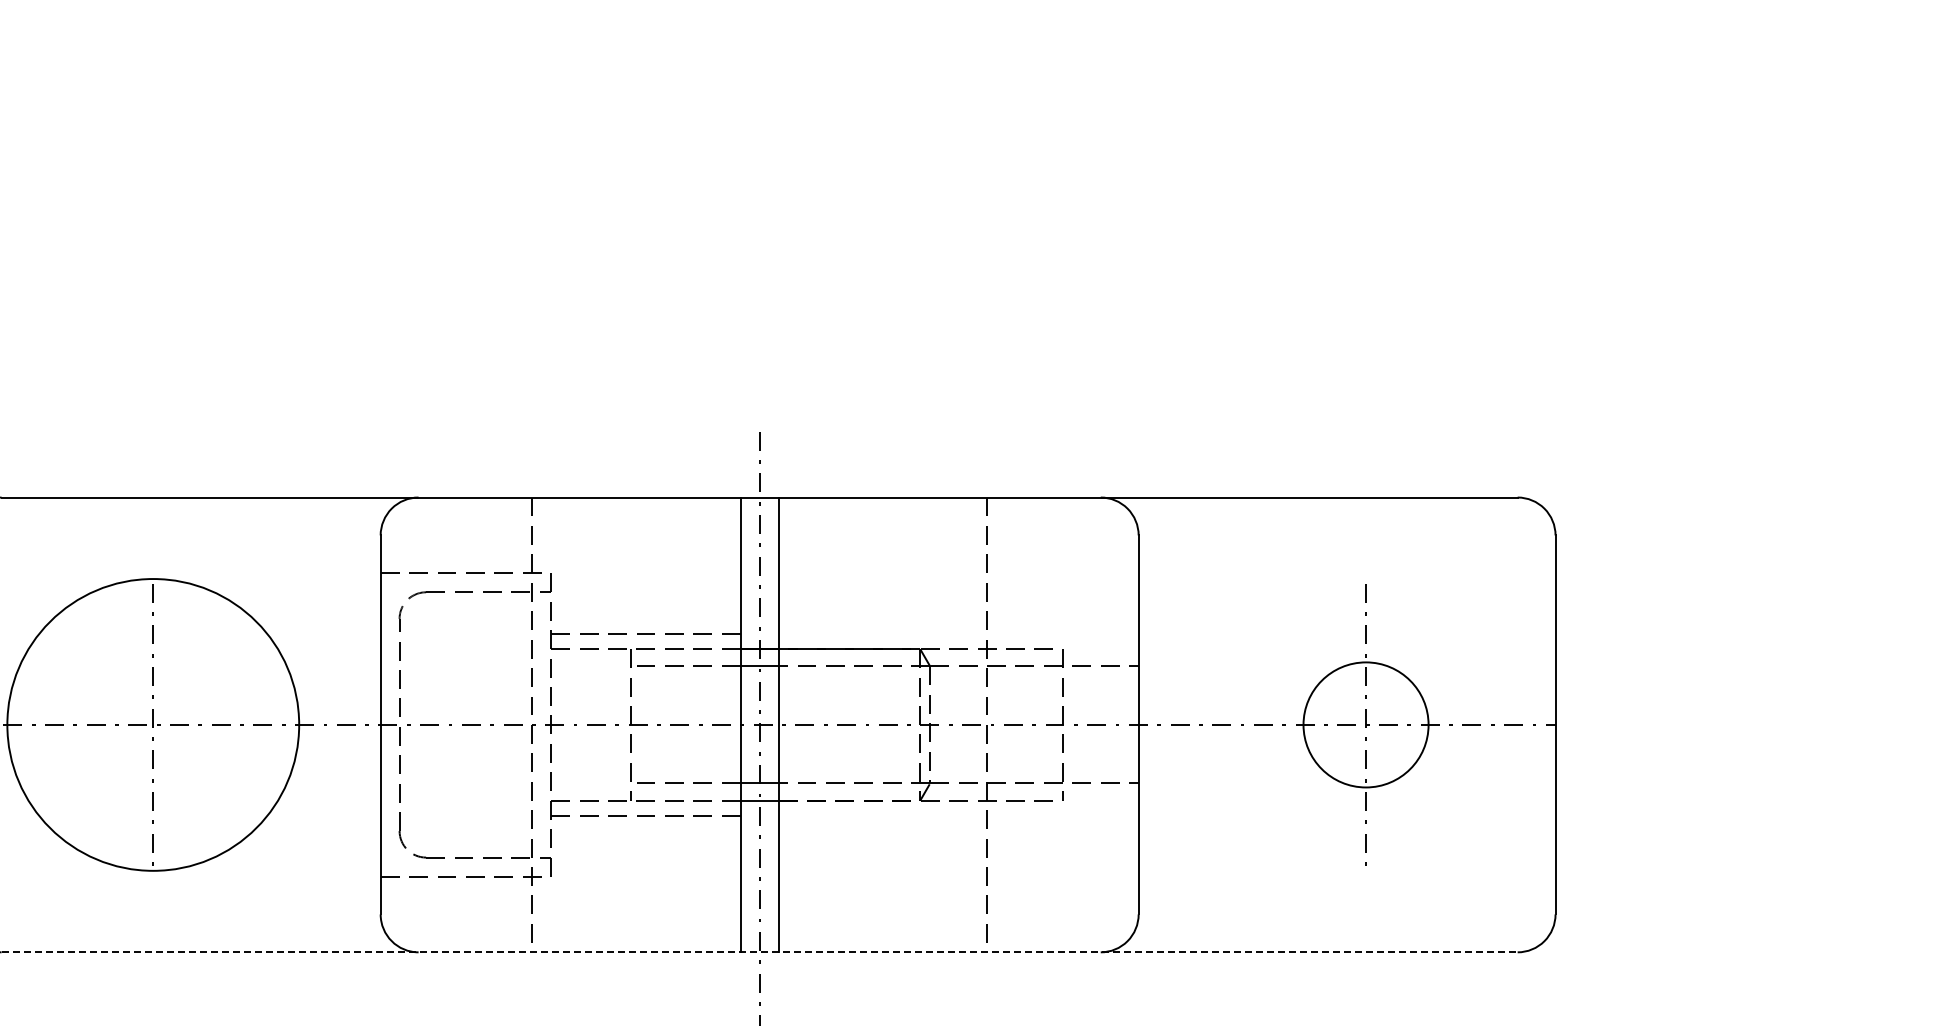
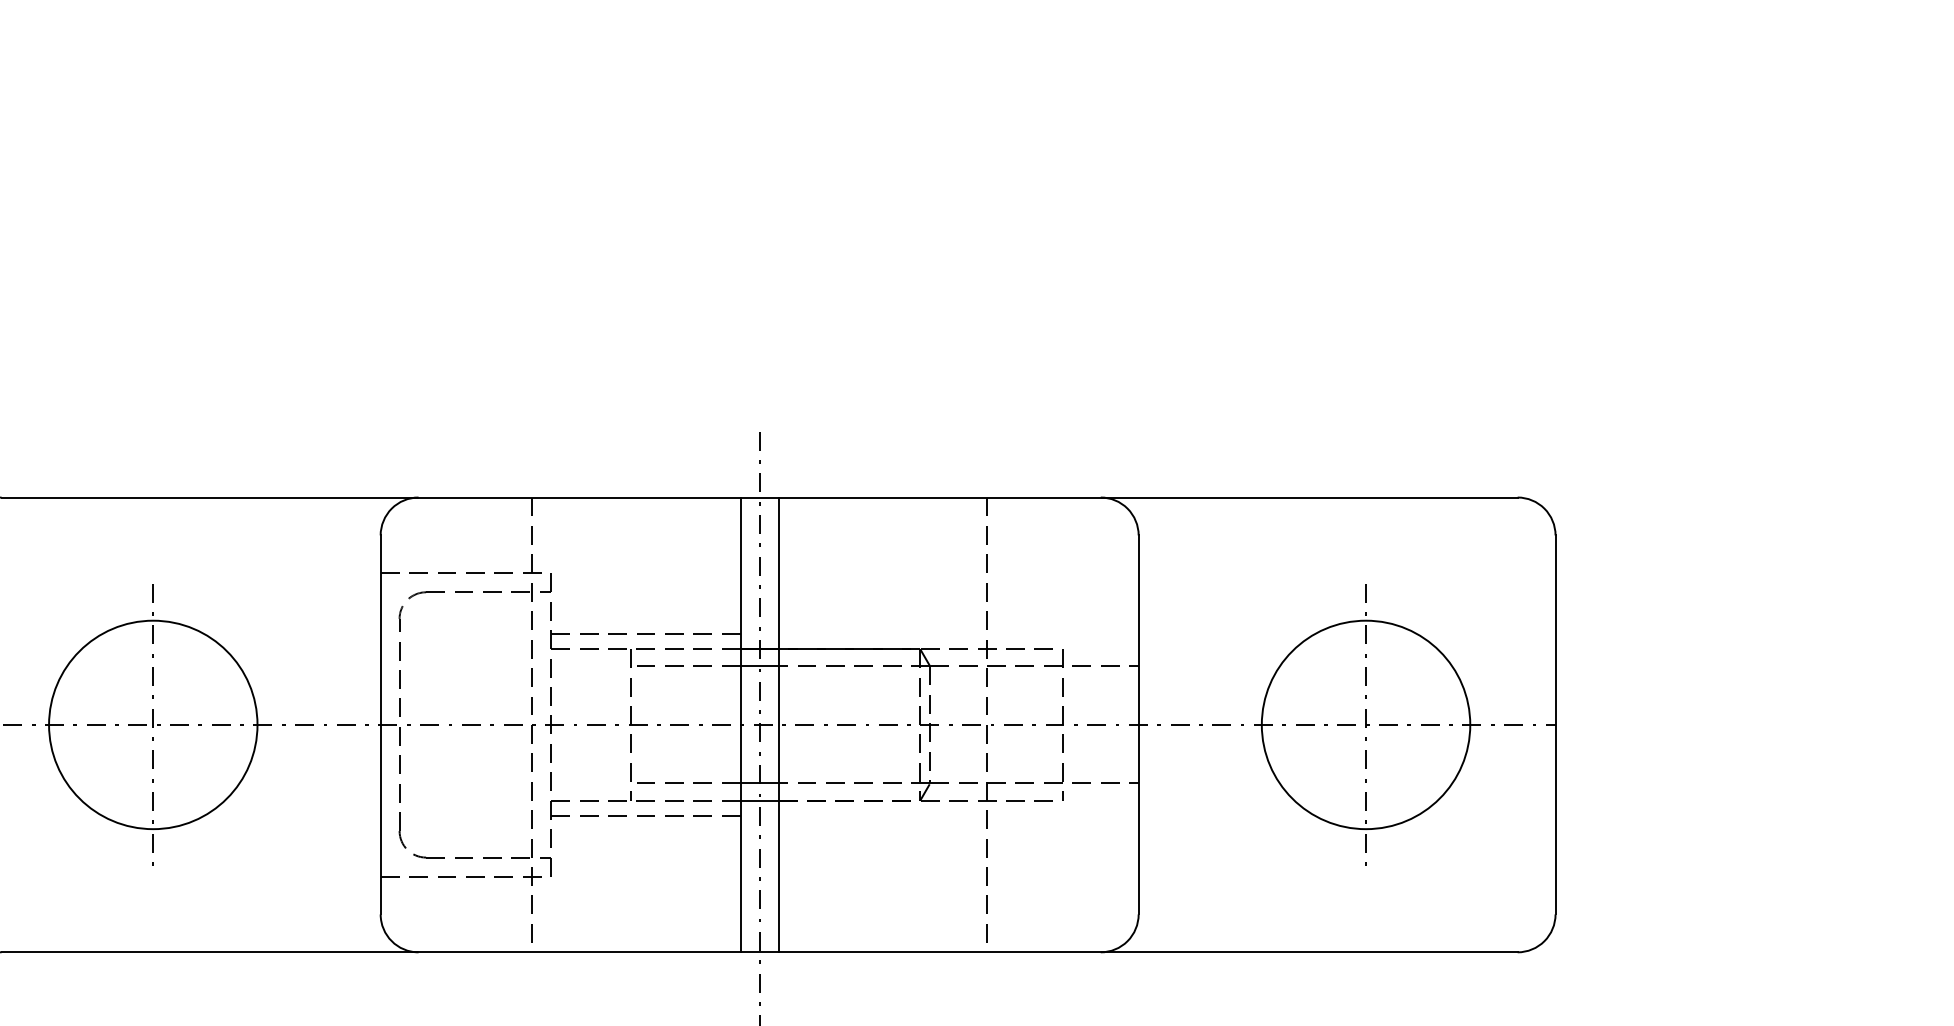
circle at (153, 724) diameter: 292 px -> 208 px
circle at (1365, 724) diameter: 125 px -> 208 px
line at (760, 952): dashed -> solid
